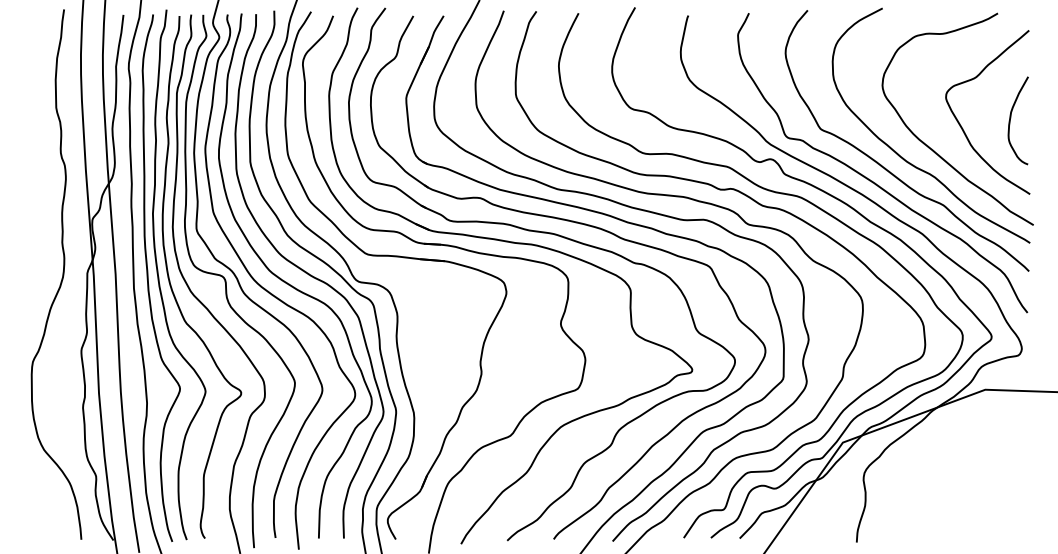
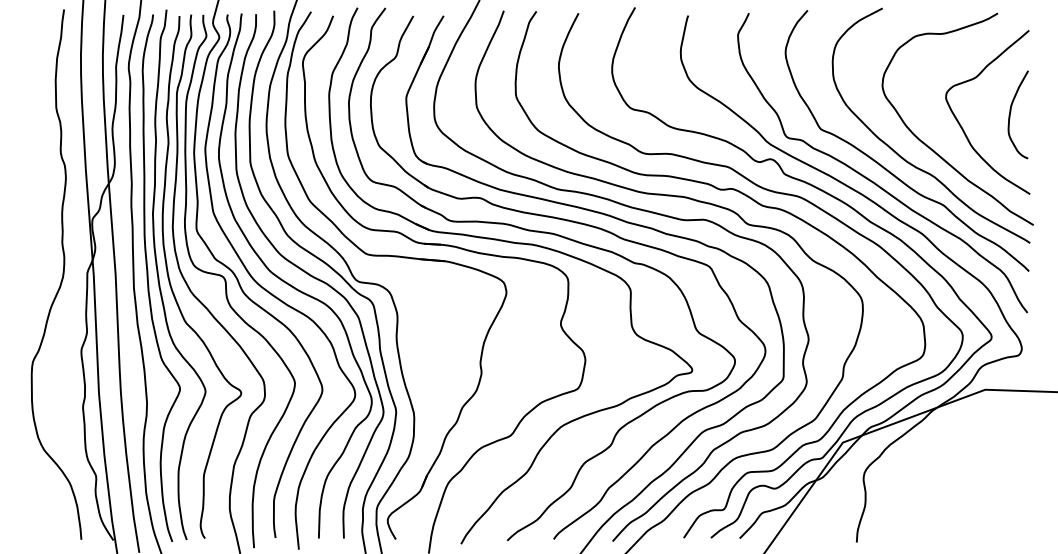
curve at (1011, 118) position: (1011, 118) -> (1011, 112)
